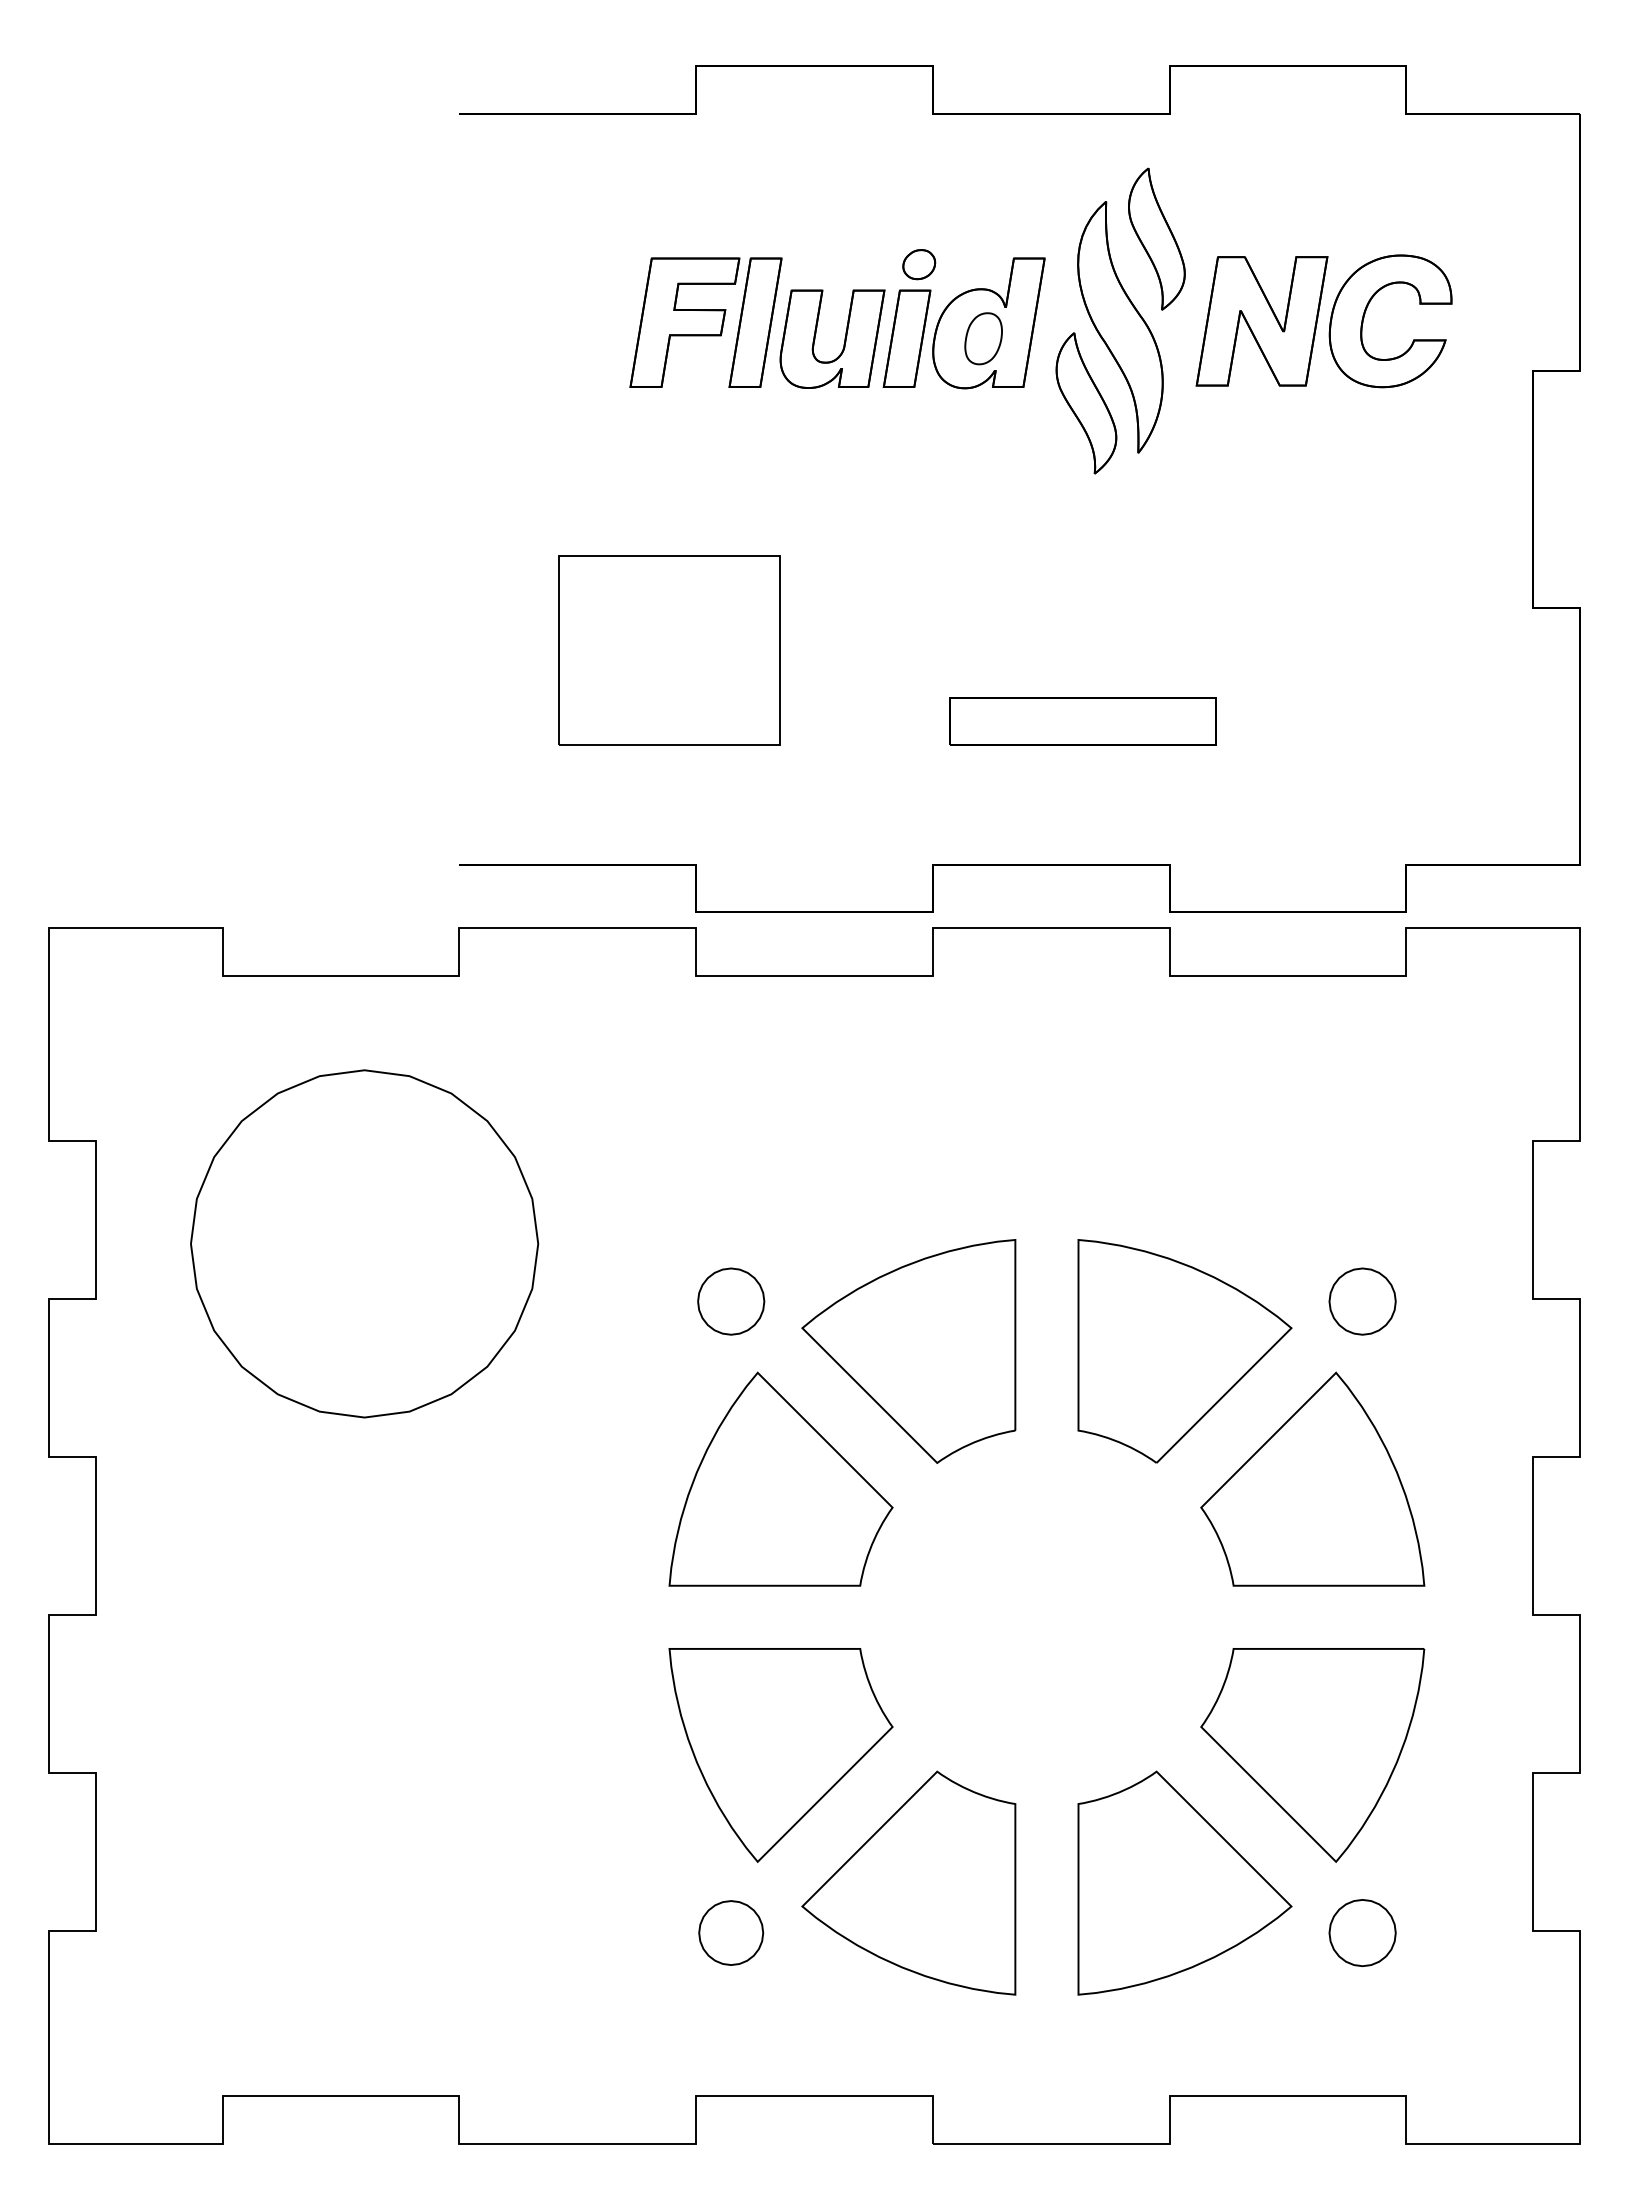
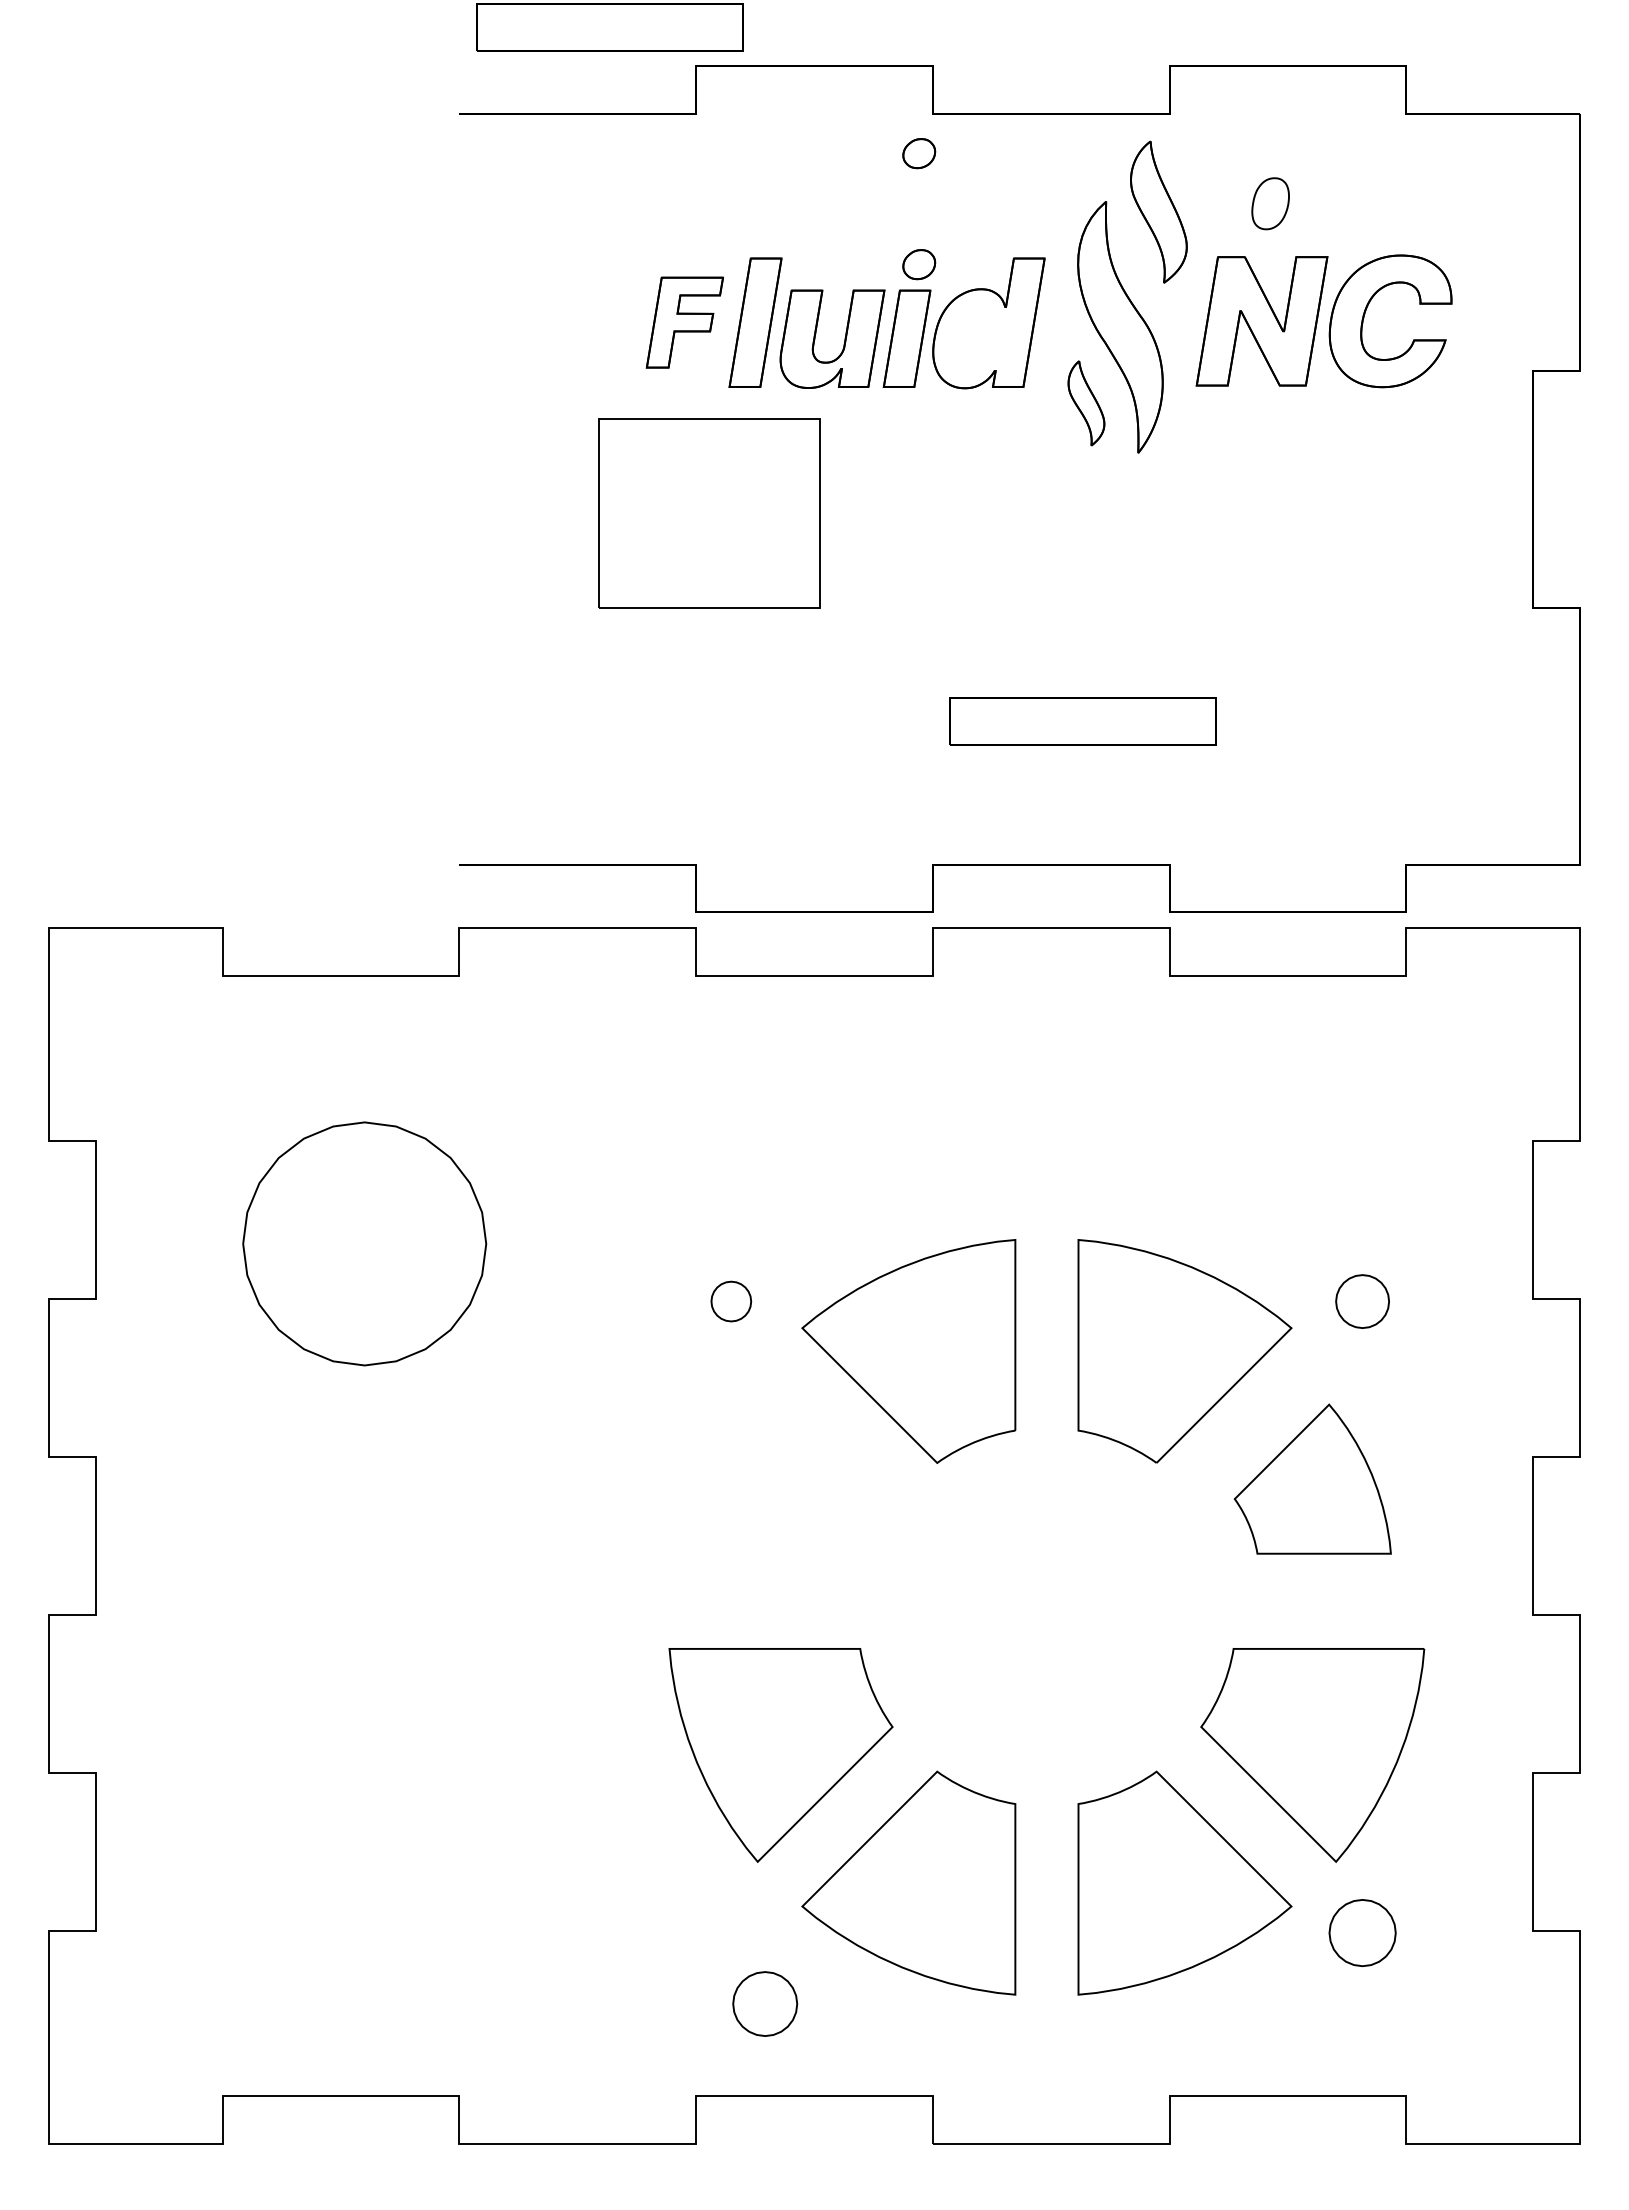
part at (609, 27): none -> present
part at (919, 153): none -> present
part at (1156, 238) position: (1156, 238) -> (1158, 211)
part at (684, 322) size: 112x131 px -> 79x93 px
part at (983, 338) position: (983, 338) -> (1270, 203)
part at (1086, 403) size: 63x143 px -> 39x87 px
part at (669, 650) position: (669, 650) -> (709, 513)
part at (364, 1243) size: 350x350 px -> 246x246 px
part at (731, 1301) size: 69x69 px -> 43x43 px
part at (1362, 1301) size: 69x69 px -> 55x55 px
part at (780, 1478): present -> none
part at (1312, 1478) size: 226x216 px -> 159x152 px
part at (731, 1932) position: (731, 1932) -> (765, 2003)
